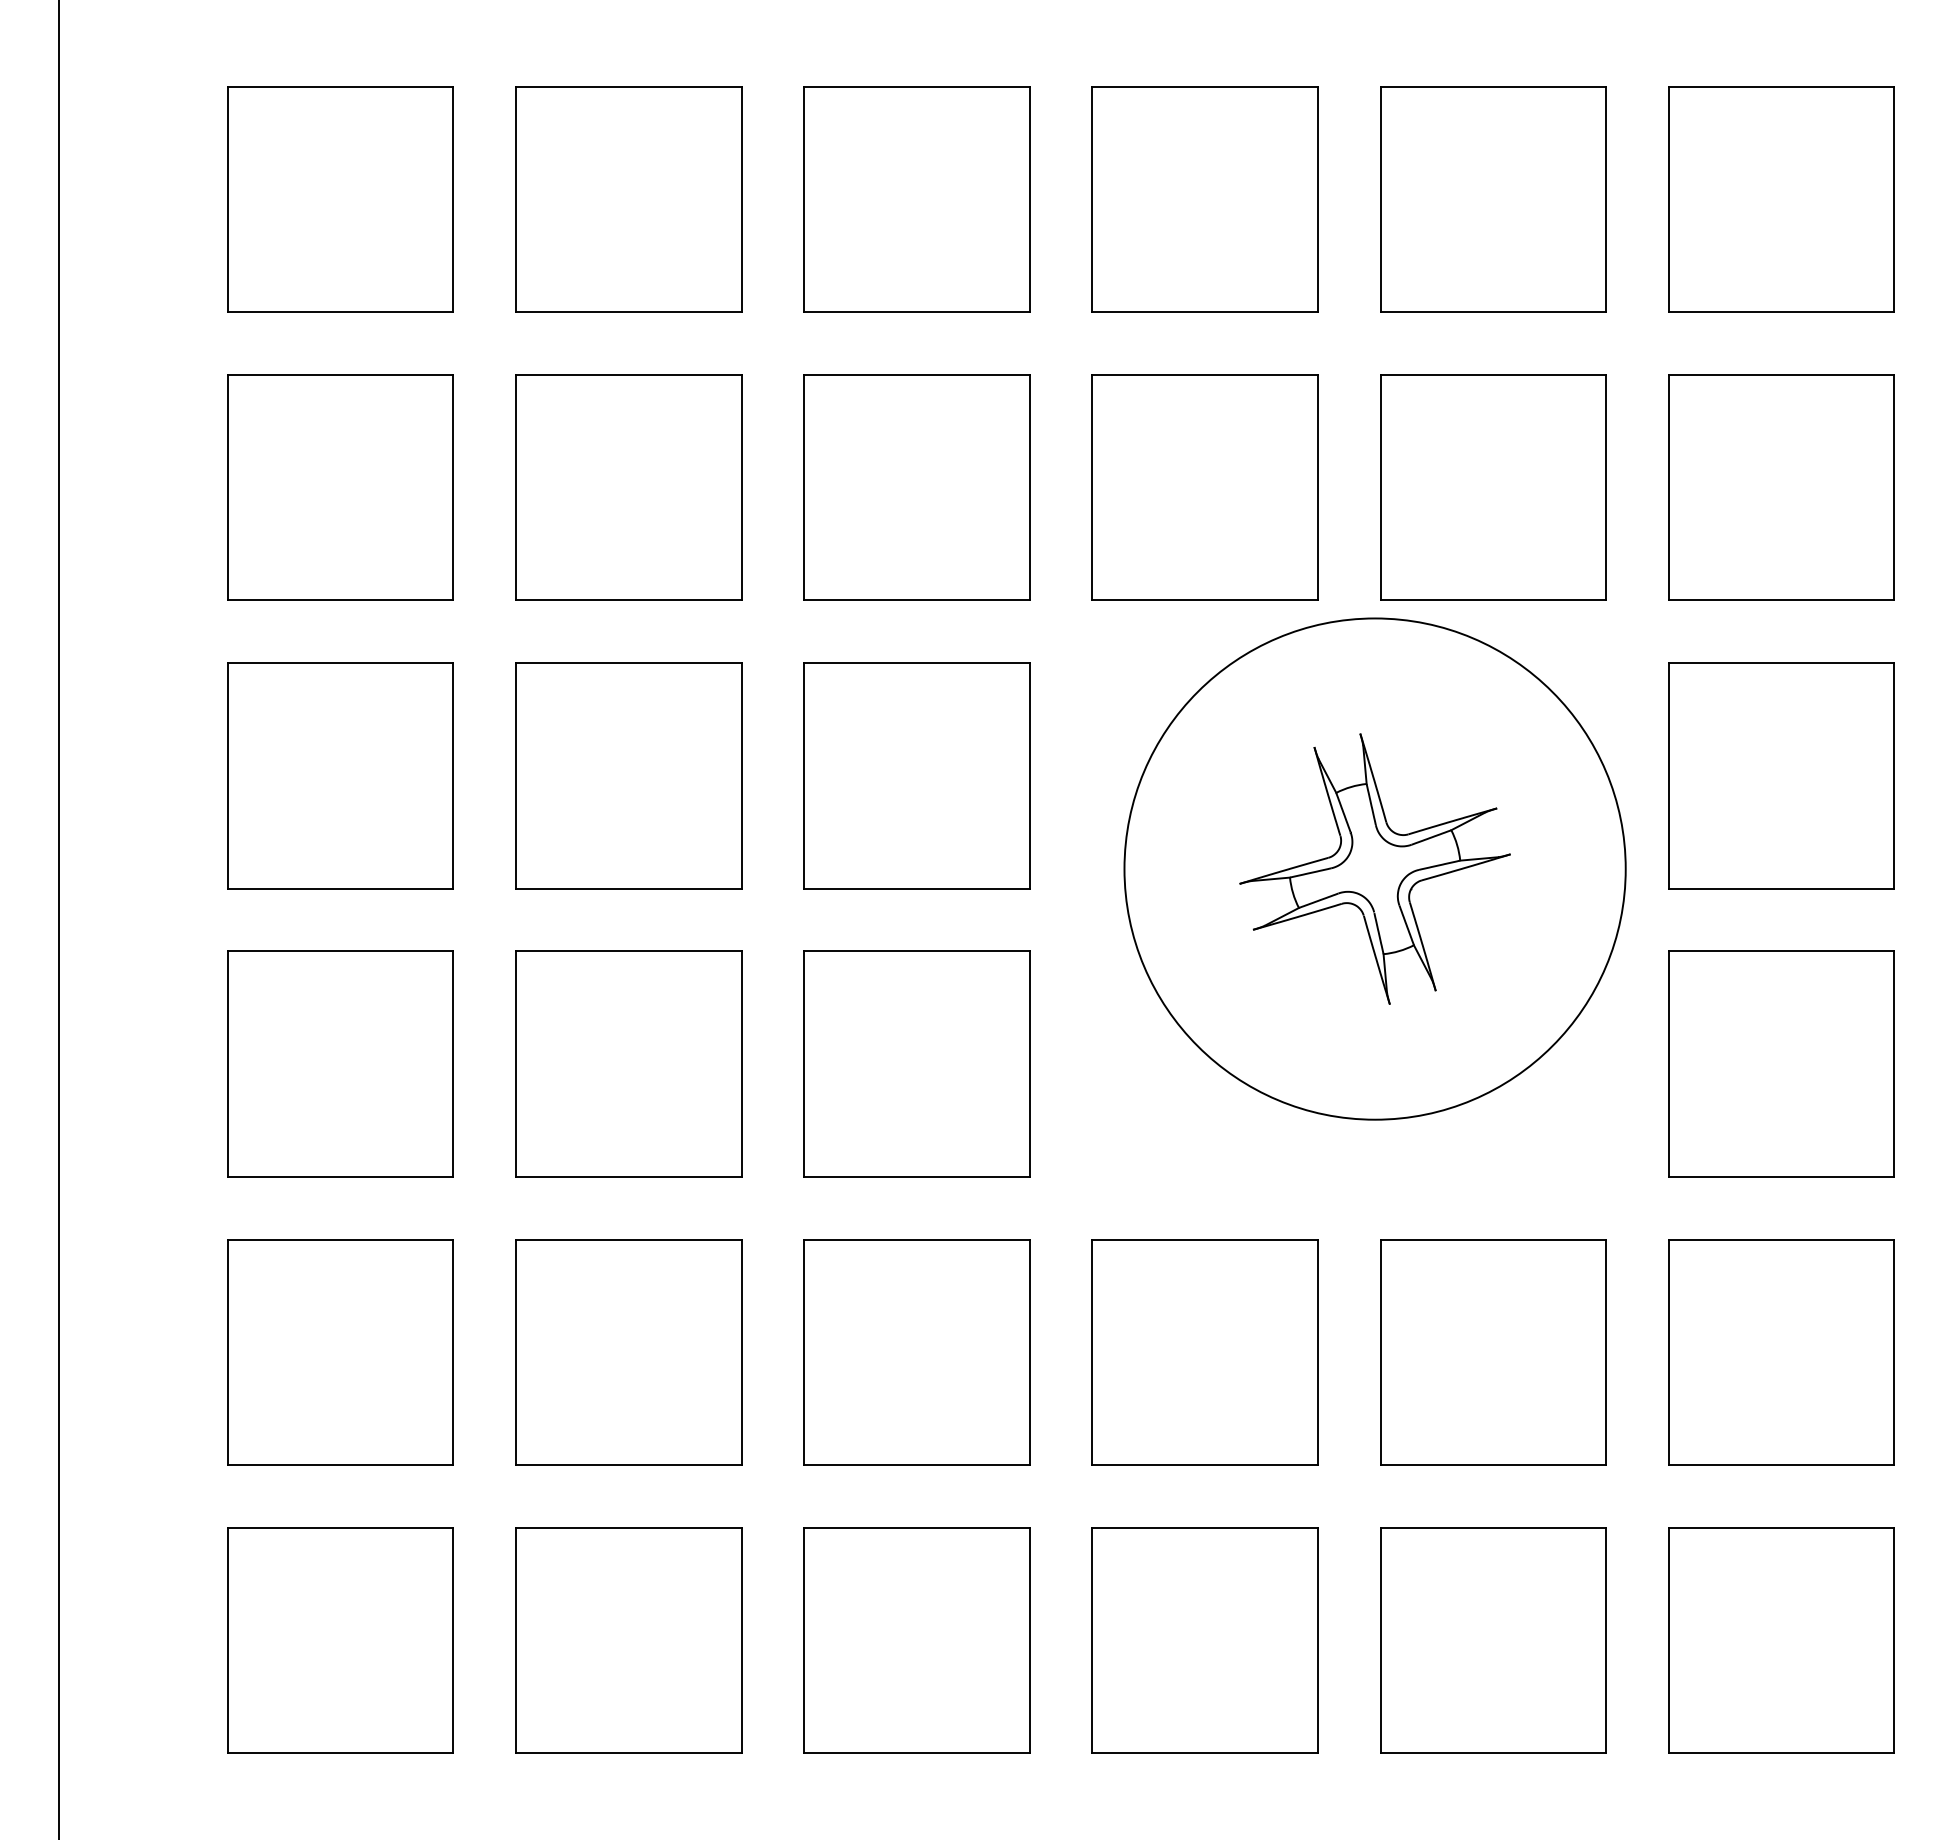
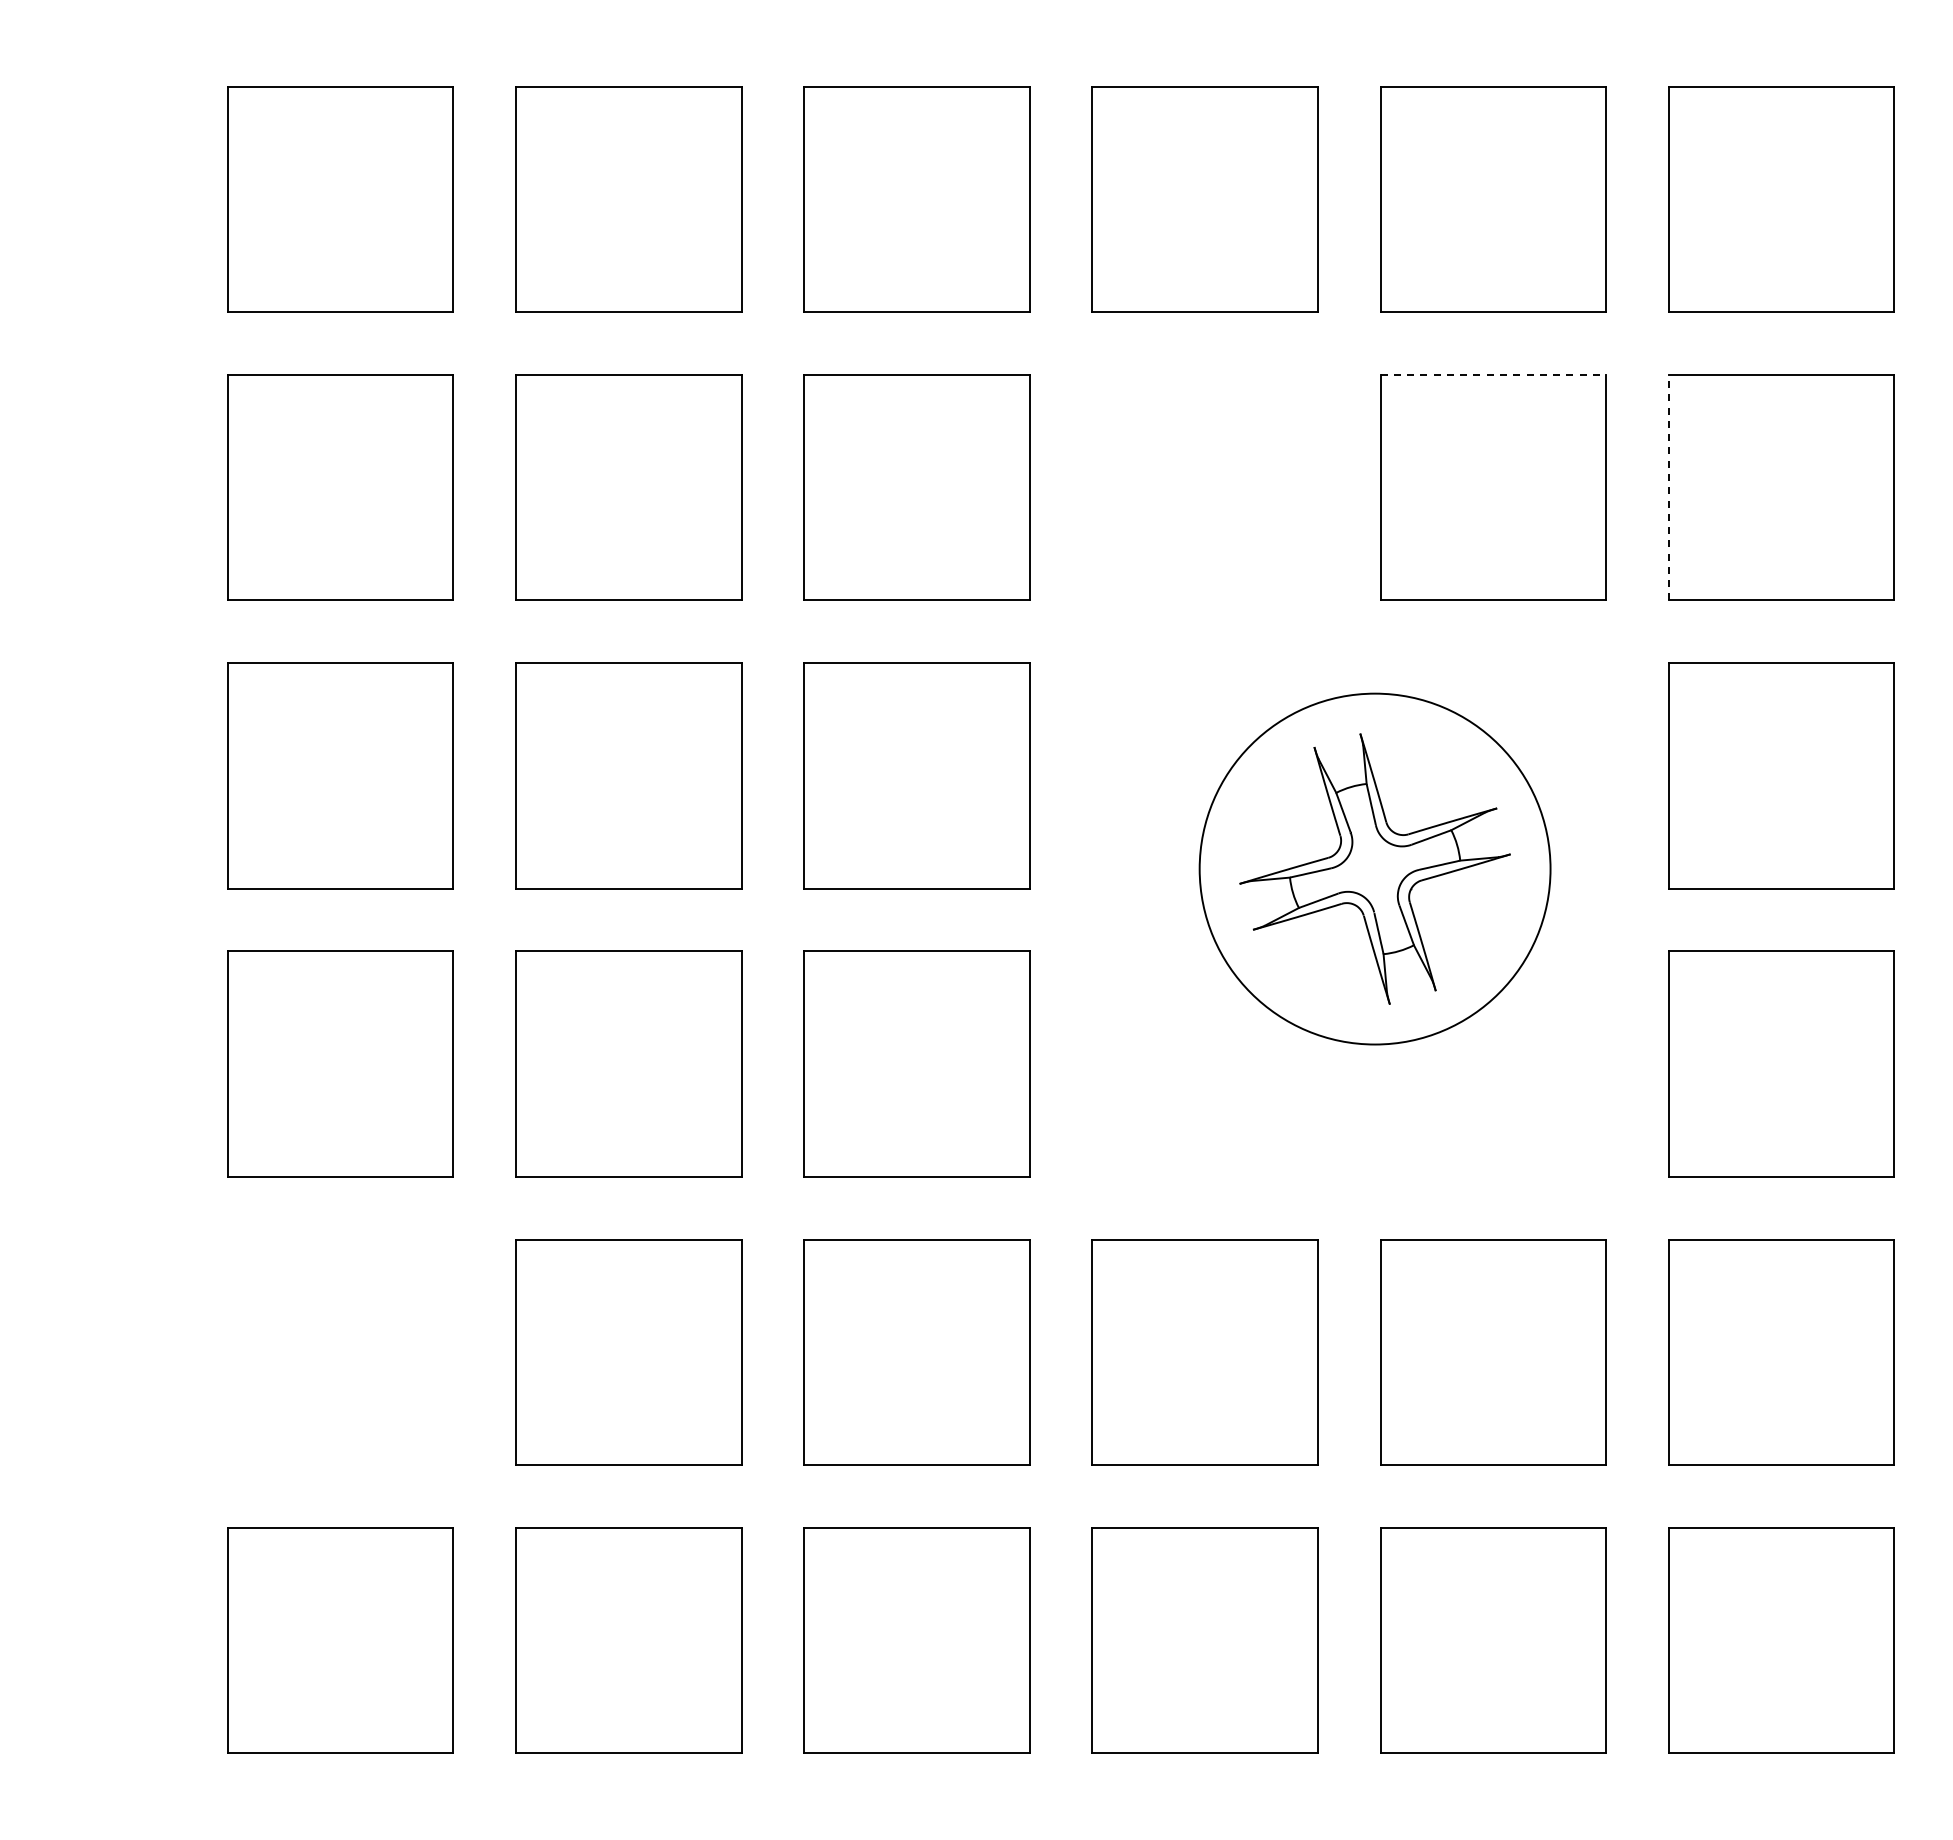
line at (1493, 374): solid -> dashed
part at (1204, 487): present -> none
line at (1668, 487): solid -> dashed
circle at (1374, 868) diameter: 501 px -> 351 px
line at (58, 919): present -> none
part at (340, 1352): present -> none
